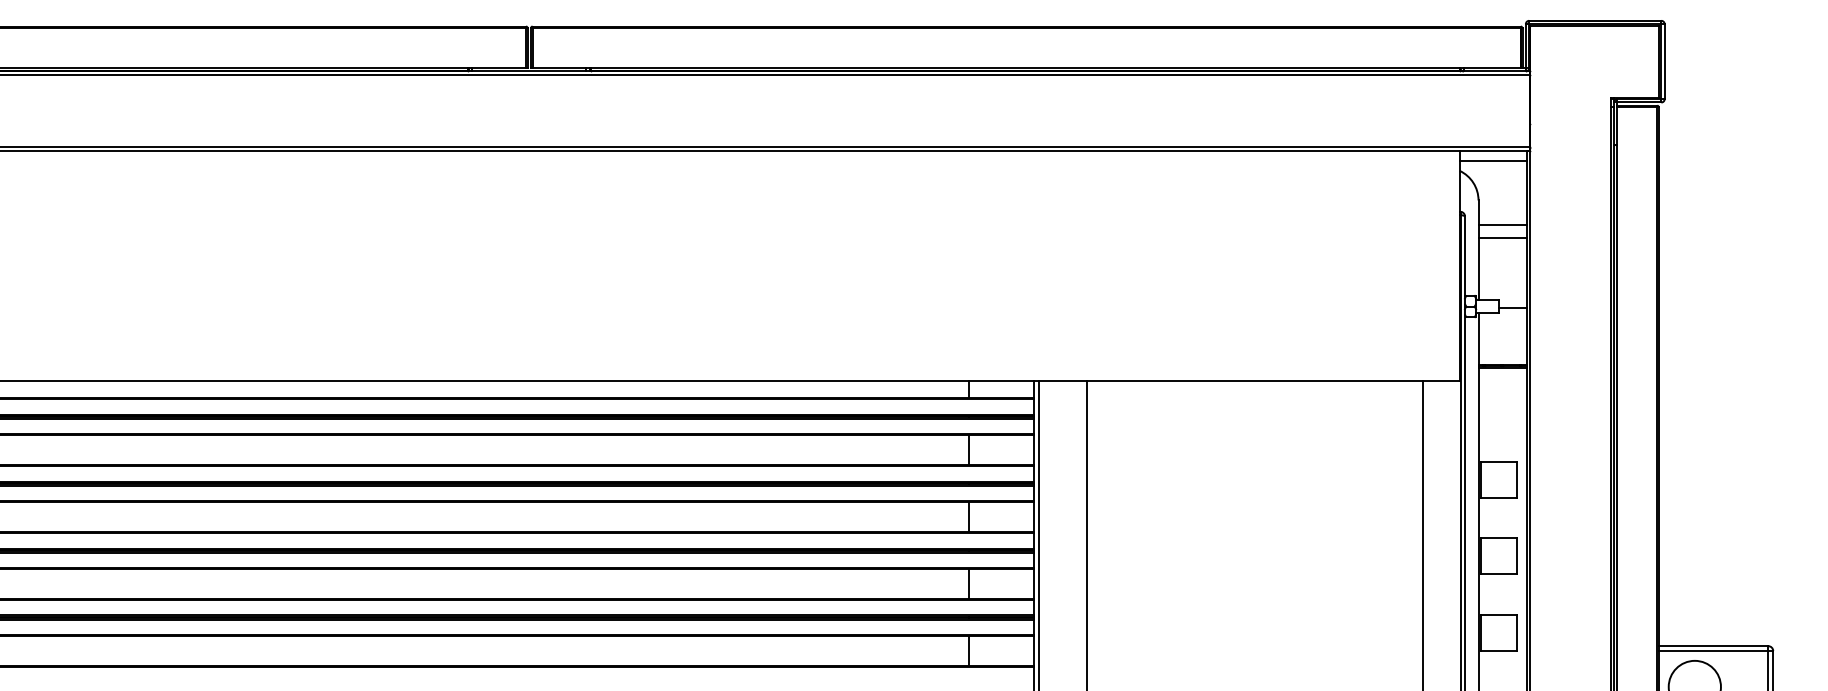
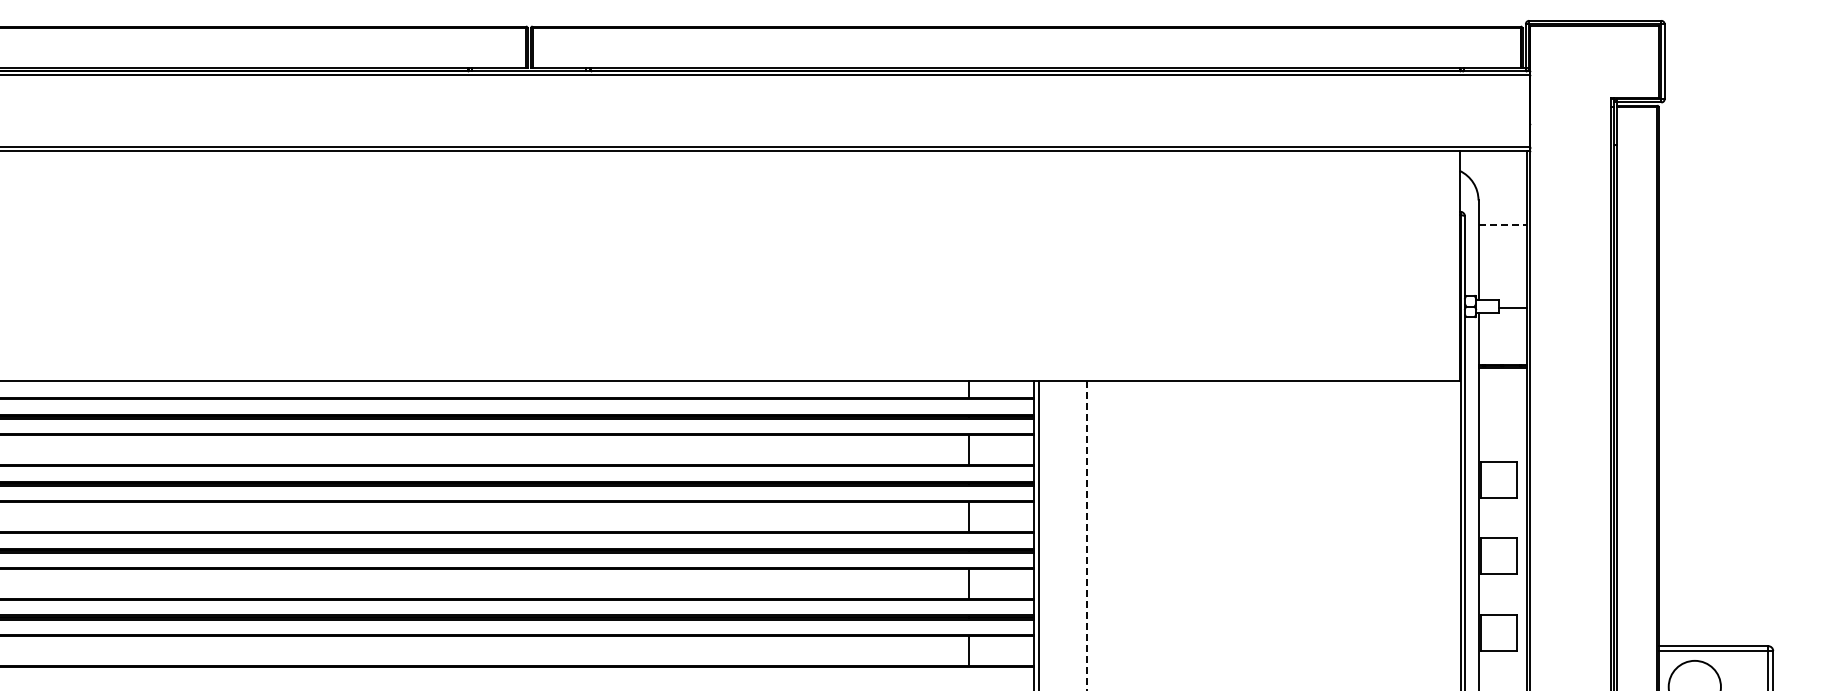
line at (1492, 161): present -> none
line at (1503, 224): solid -> dashed
line at (1502, 238): present -> none
line at (1422, 534): present -> none
line at (1086, 536): solid -> dashed
